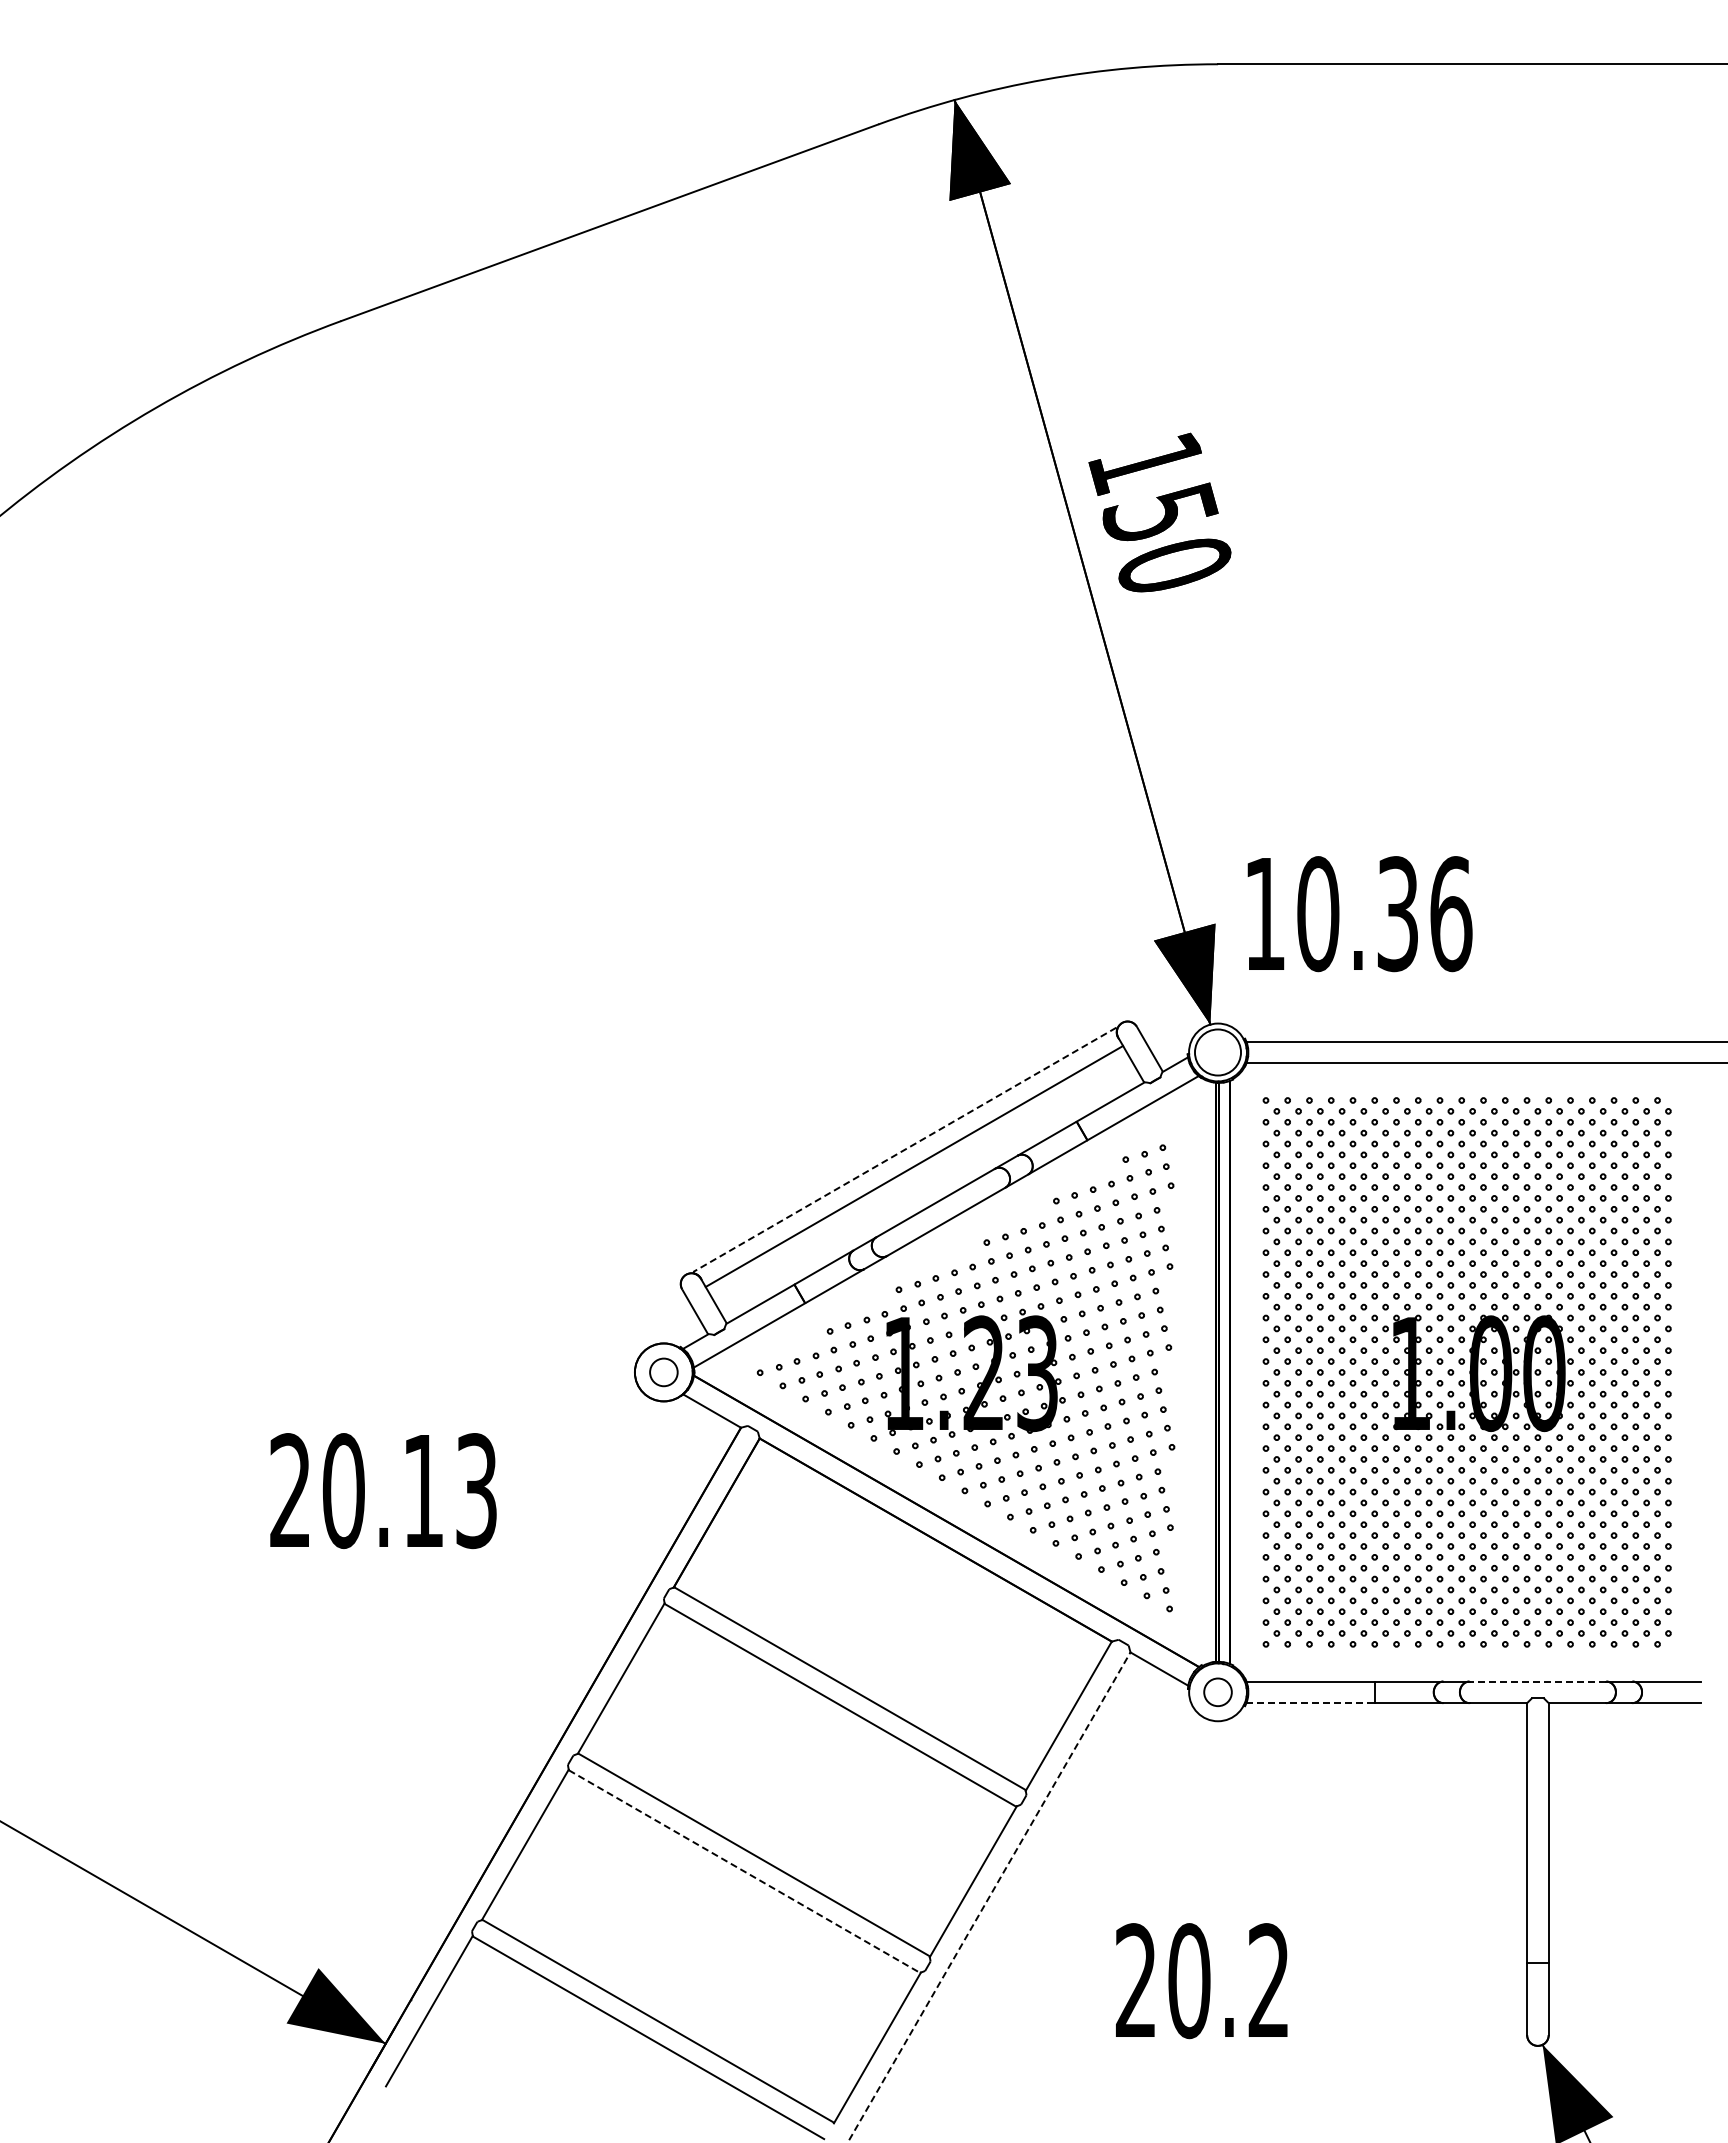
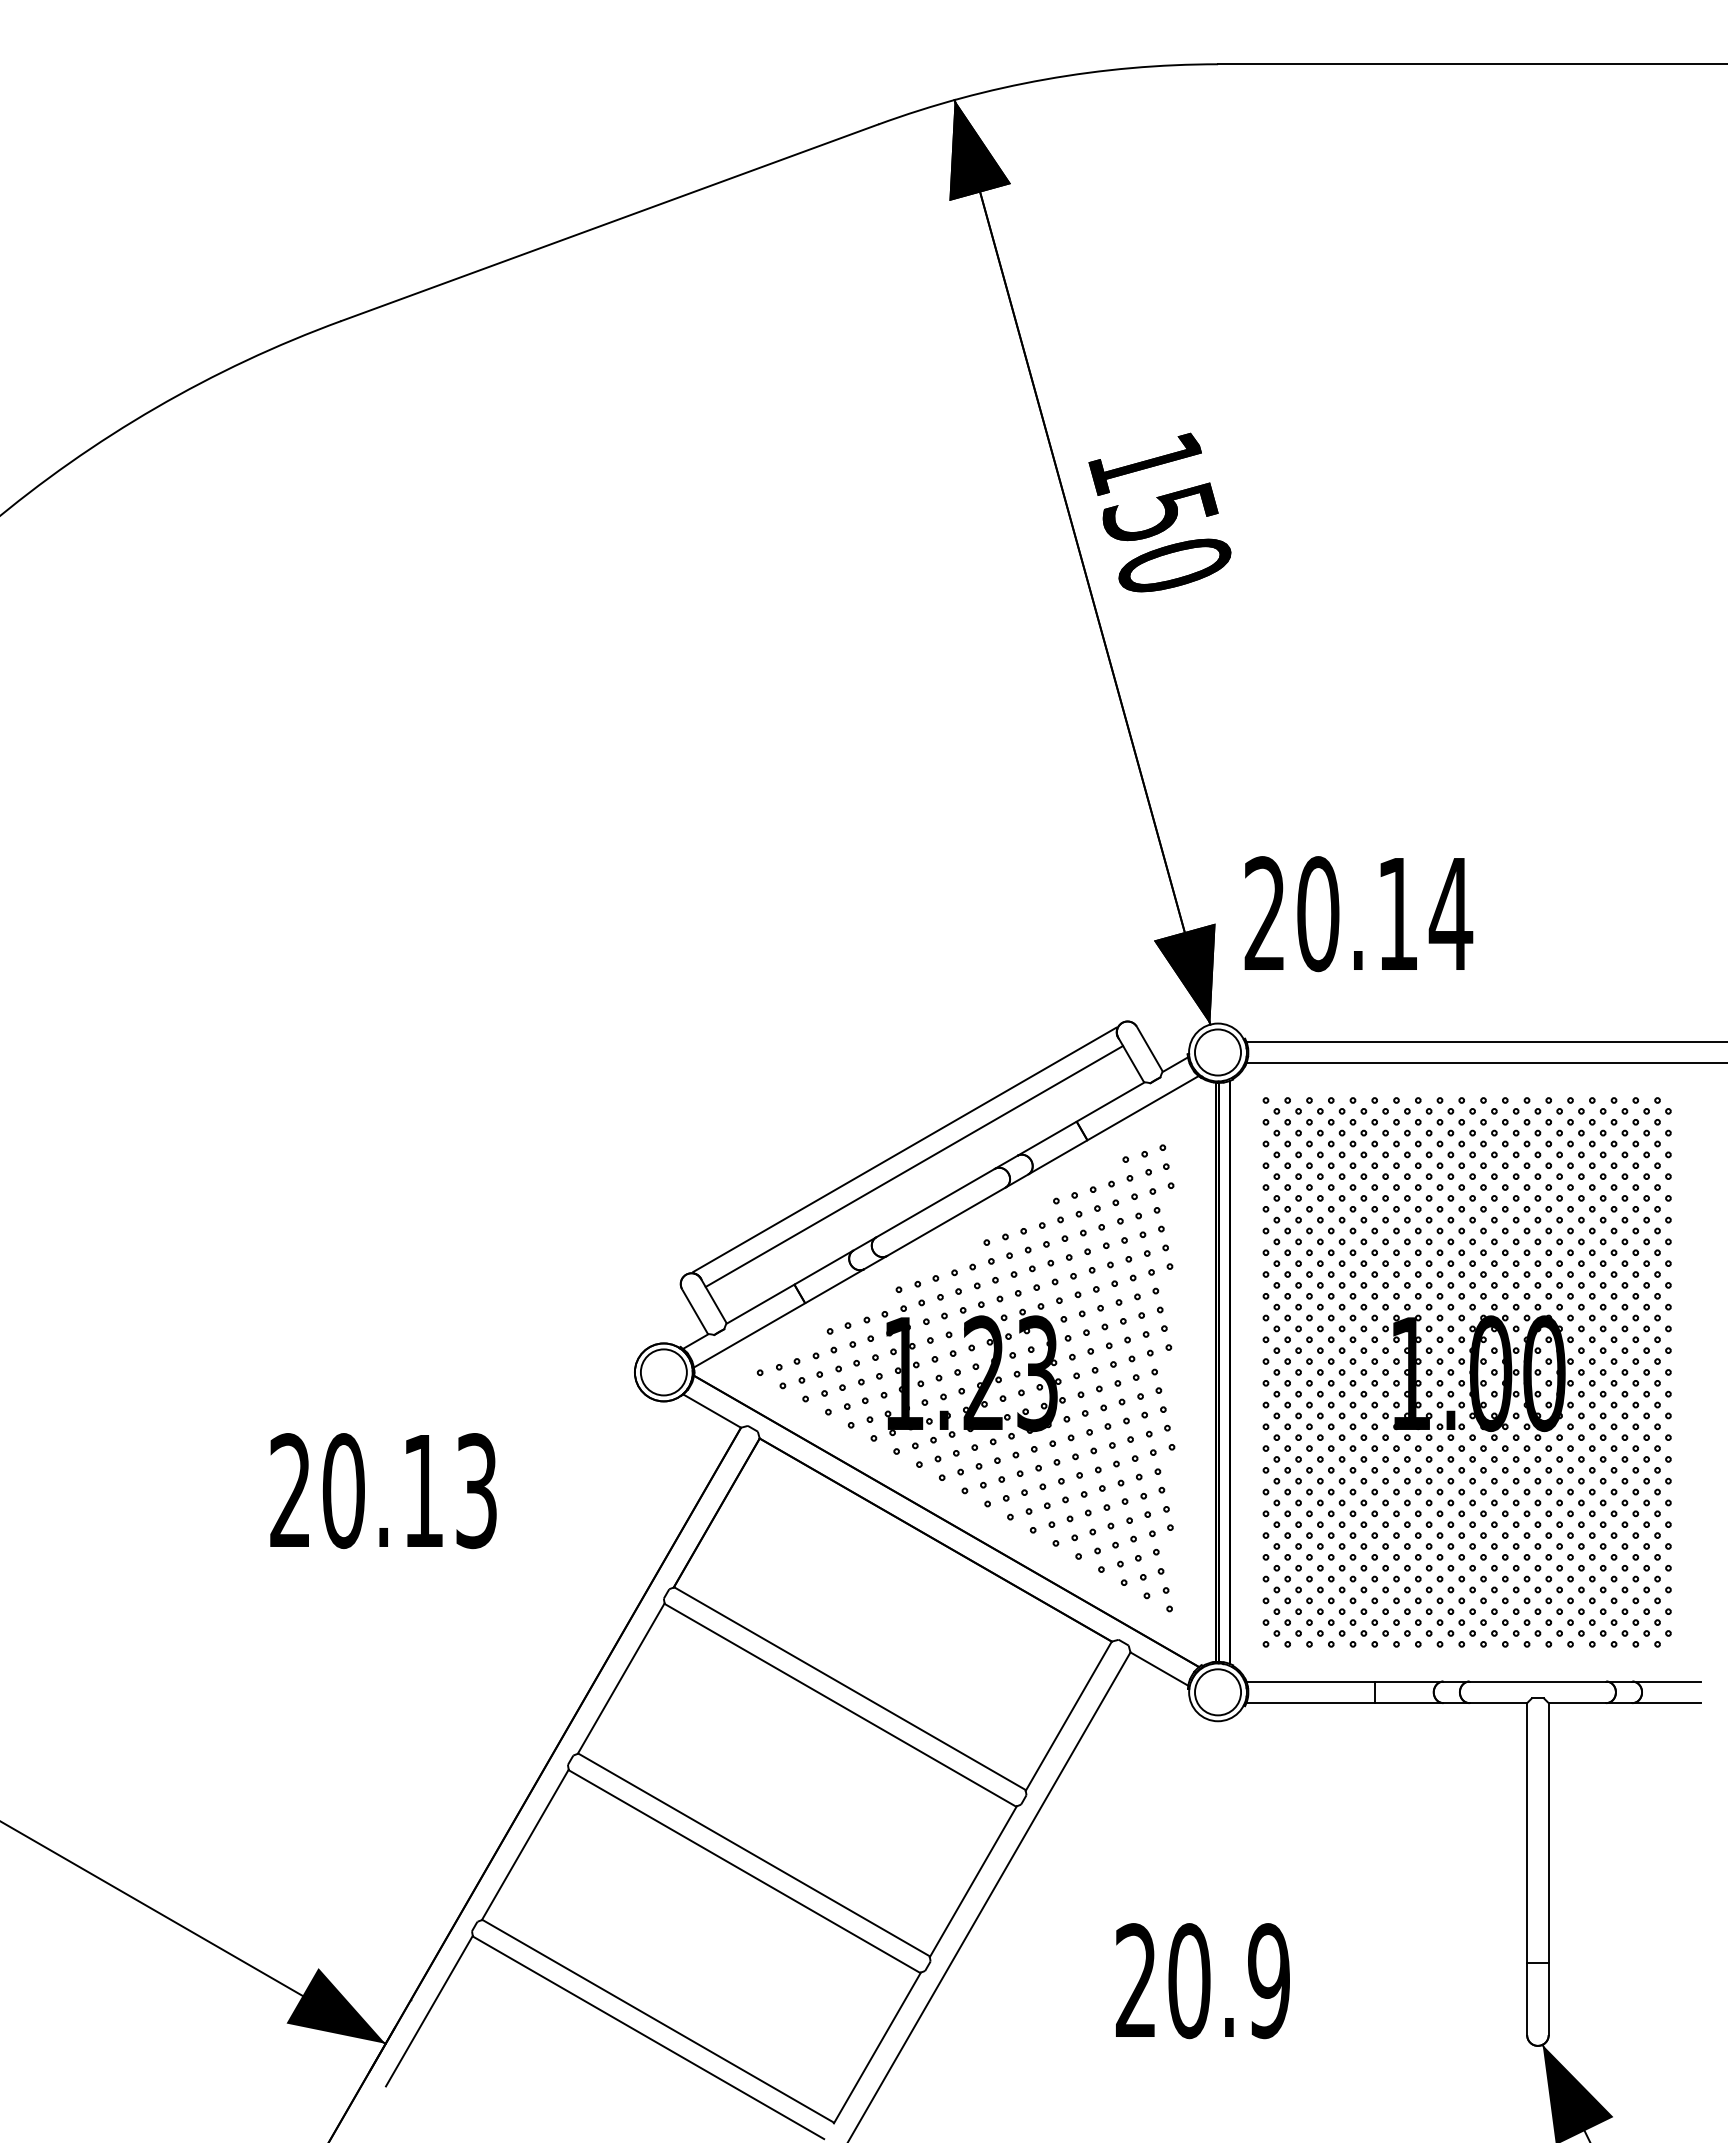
text at (1358, 914): 10.36 -> 20.14
line at (904, 1150): dashed -> solid
circle at (663, 1372) diameter: 28 px -> 46 px
line at (1537, 1681): dashed -> solid
circle at (1217, 1692) diameter: 28 px -> 46 px
line at (1311, 1703): dashed -> solid
line at (744, 1871): dashed -> solid
line at (989, 1897): dashed -> solid
text at (1268, 1981): 20.2 -> 20.9
